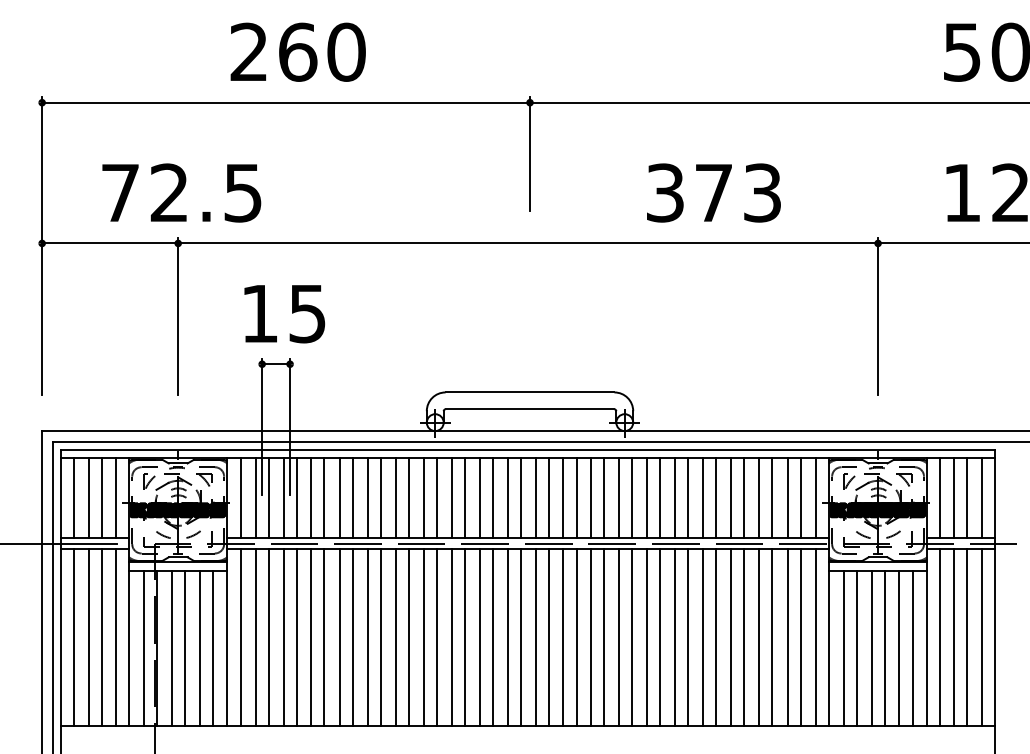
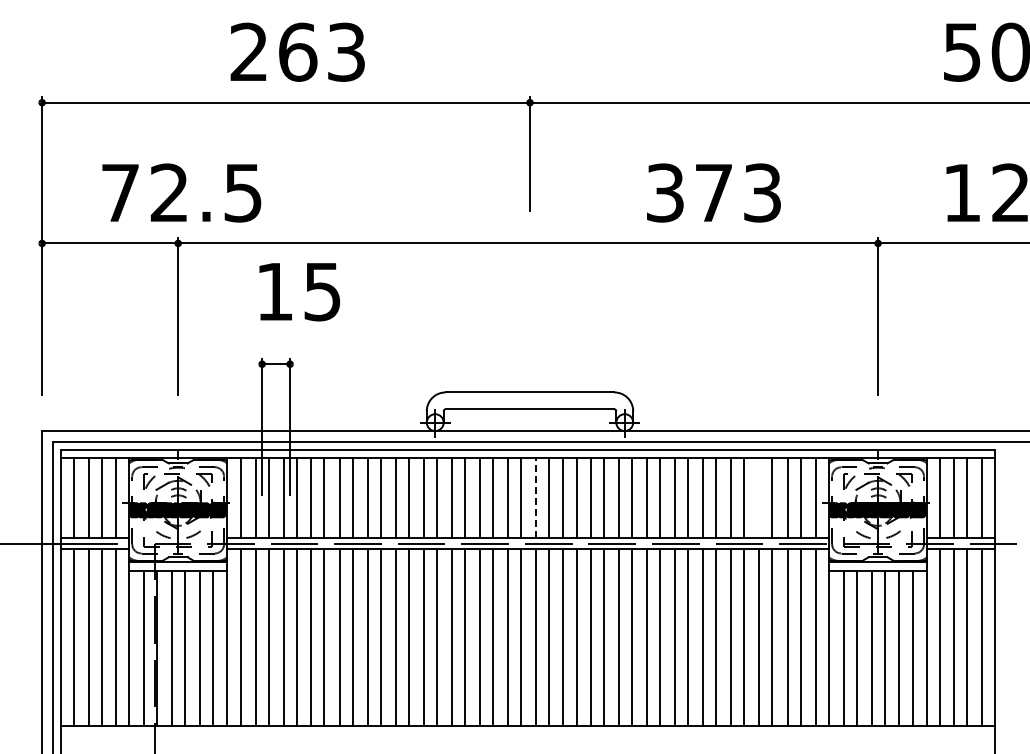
text at (346, 51): 260 -> 263
text at (284, 314) position: (284, 314) -> (299, 292)
line at (535, 498): solid -> dashed
line at (759, 498): present -> none
